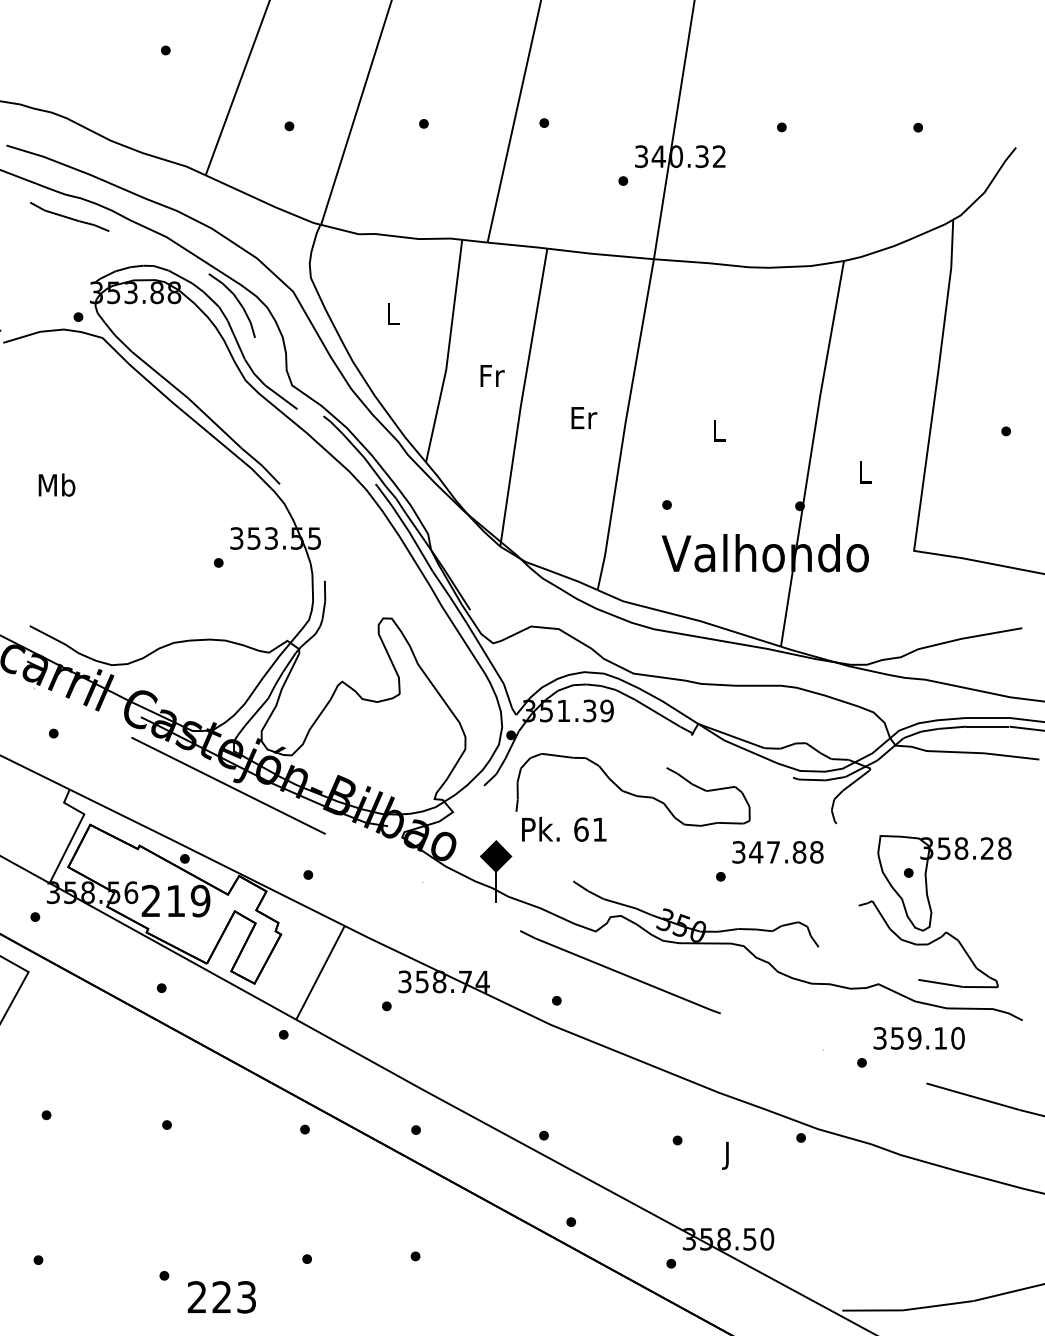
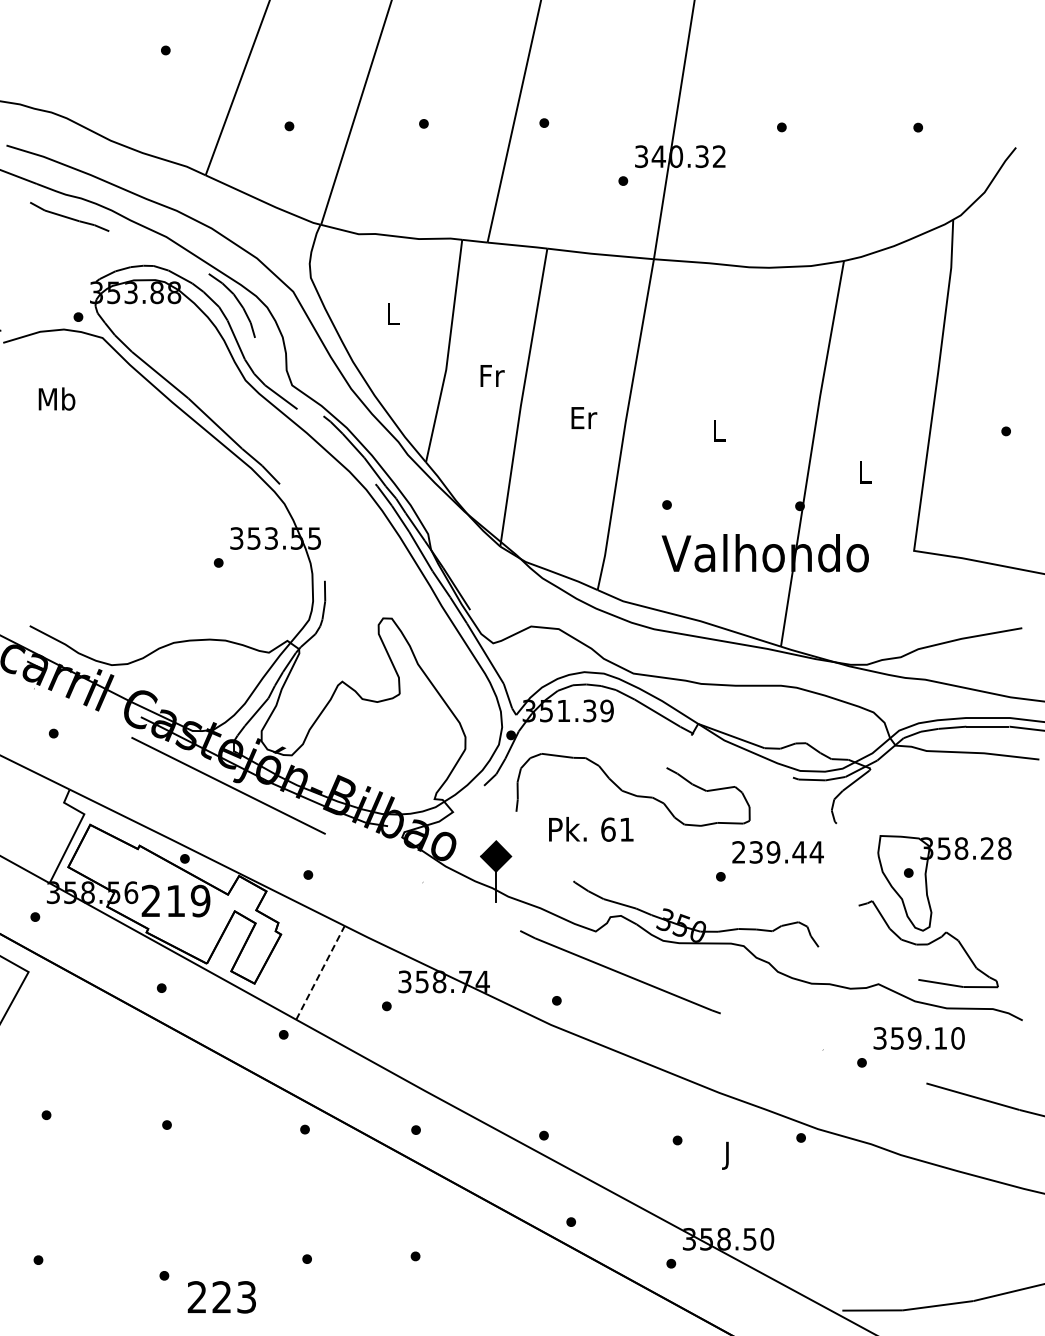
text at (56, 484) position: (56, 484) -> (56, 398)
text at (564, 829) position: (564, 829) -> (591, 829)
text at (777, 852): 347.88 -> 239.44
line at (320, 972): solid -> dashed
